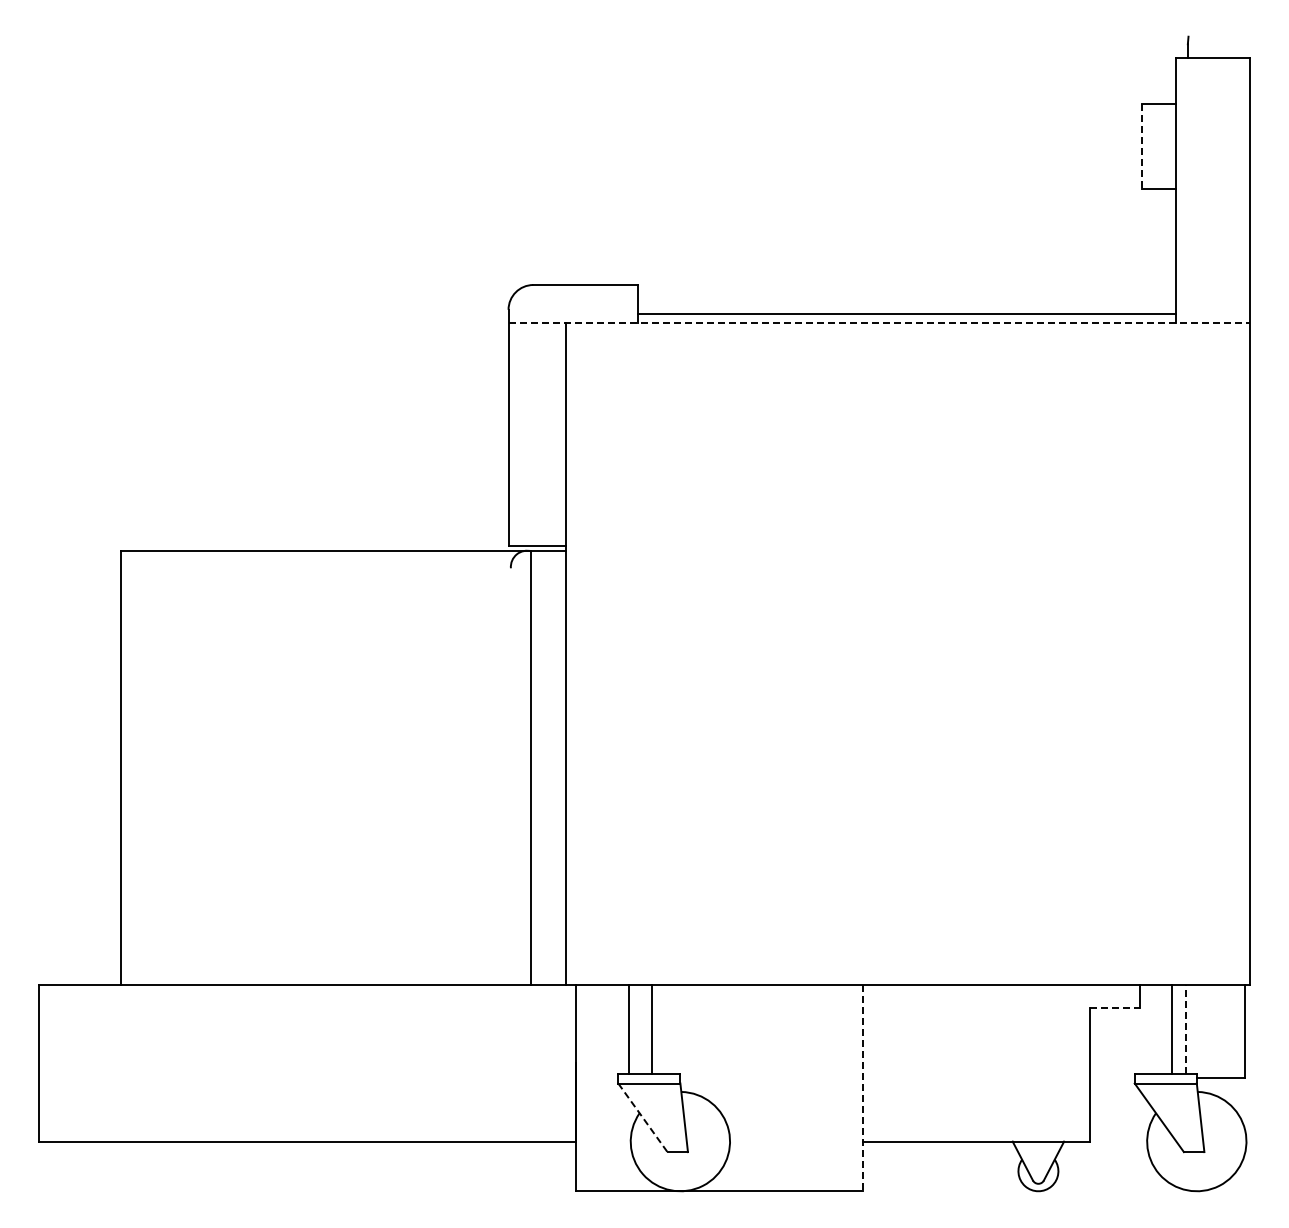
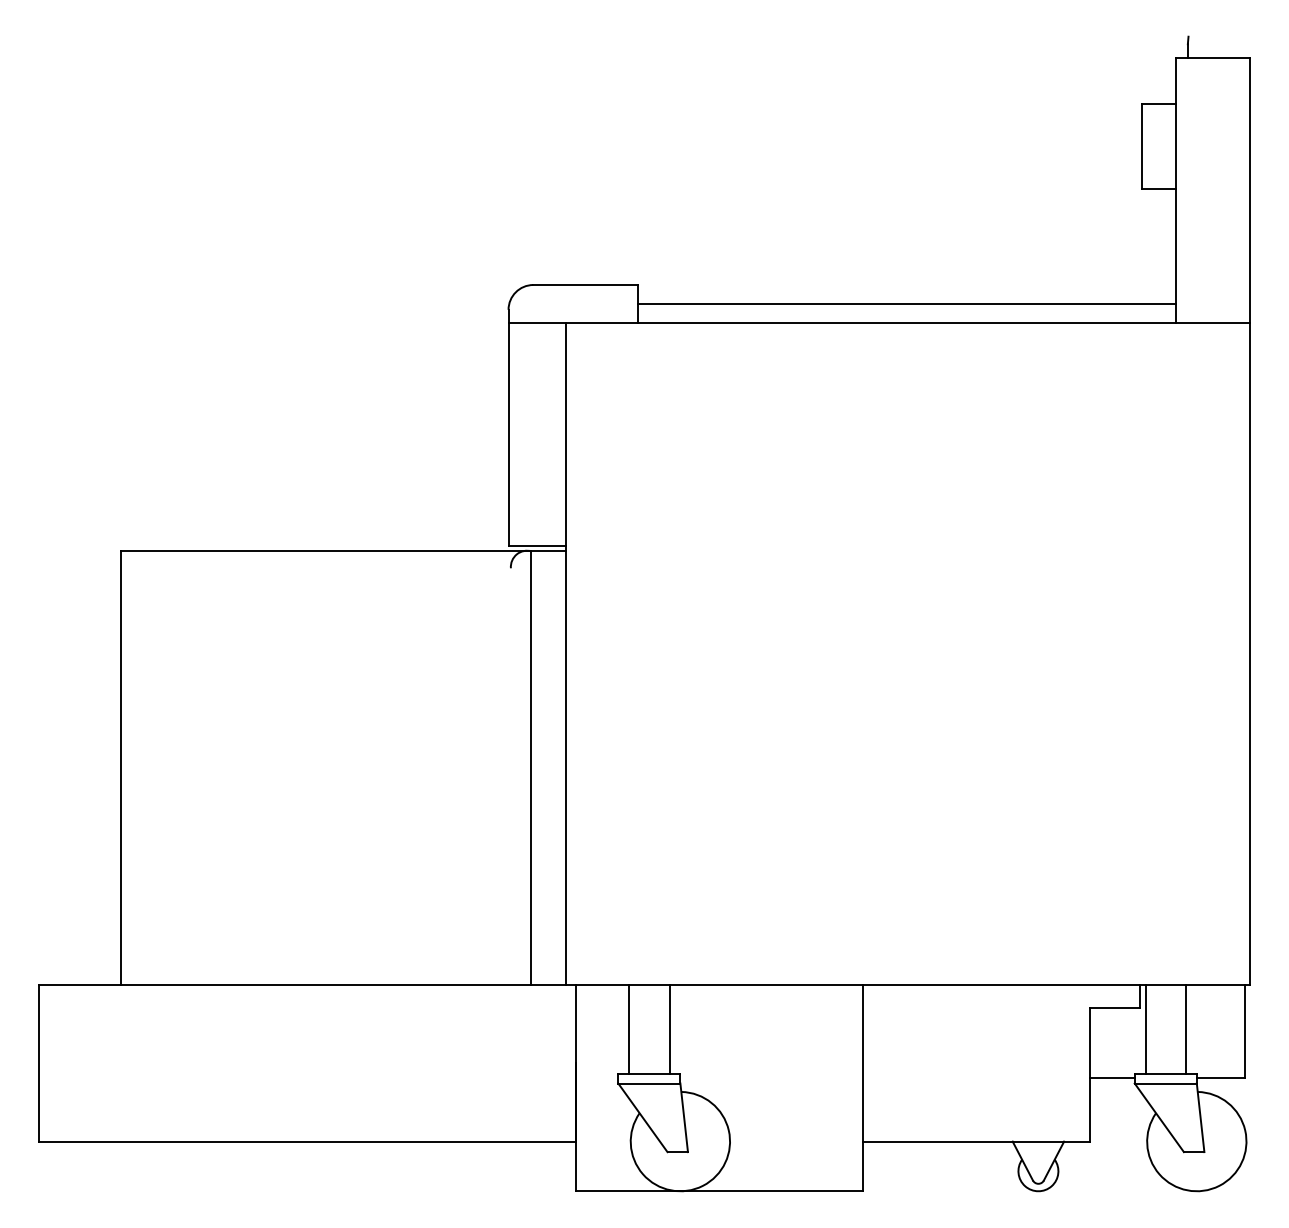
line at (1142, 146): dashed -> solid
line at (907, 313) position: (907, 313) -> (907, 303)
line at (879, 322): dashed -> solid
line at (1115, 1008): dashed -> solid
line at (1185, 1028): dashed -> solid
line at (651, 1029) position: (651, 1029) -> (669, 1029)
line at (1171, 1029) position: (1171, 1029) -> (1145, 1029)
line at (1111, 1078): none -> present
line at (863, 1088): dashed -> solid
line at (643, 1118): dashed -> solid
